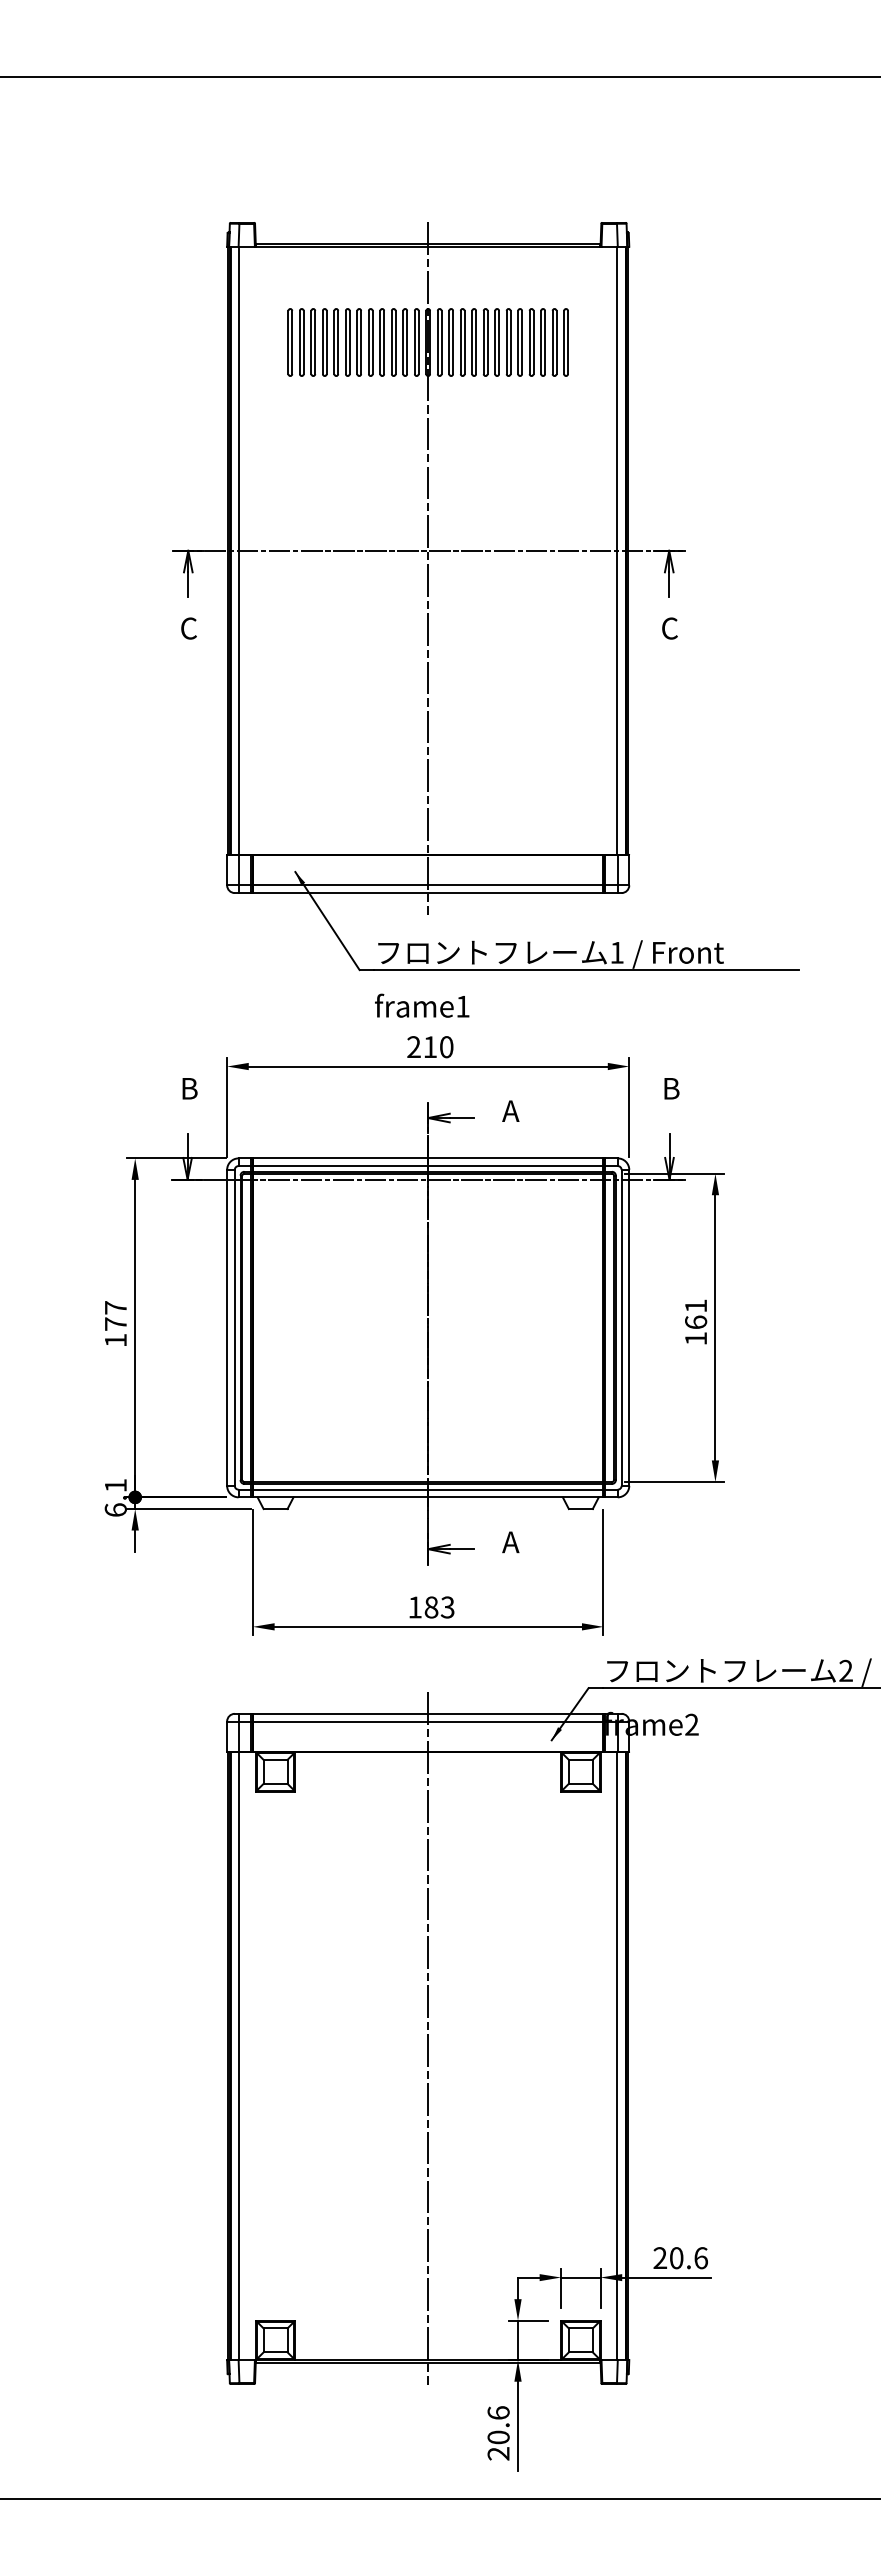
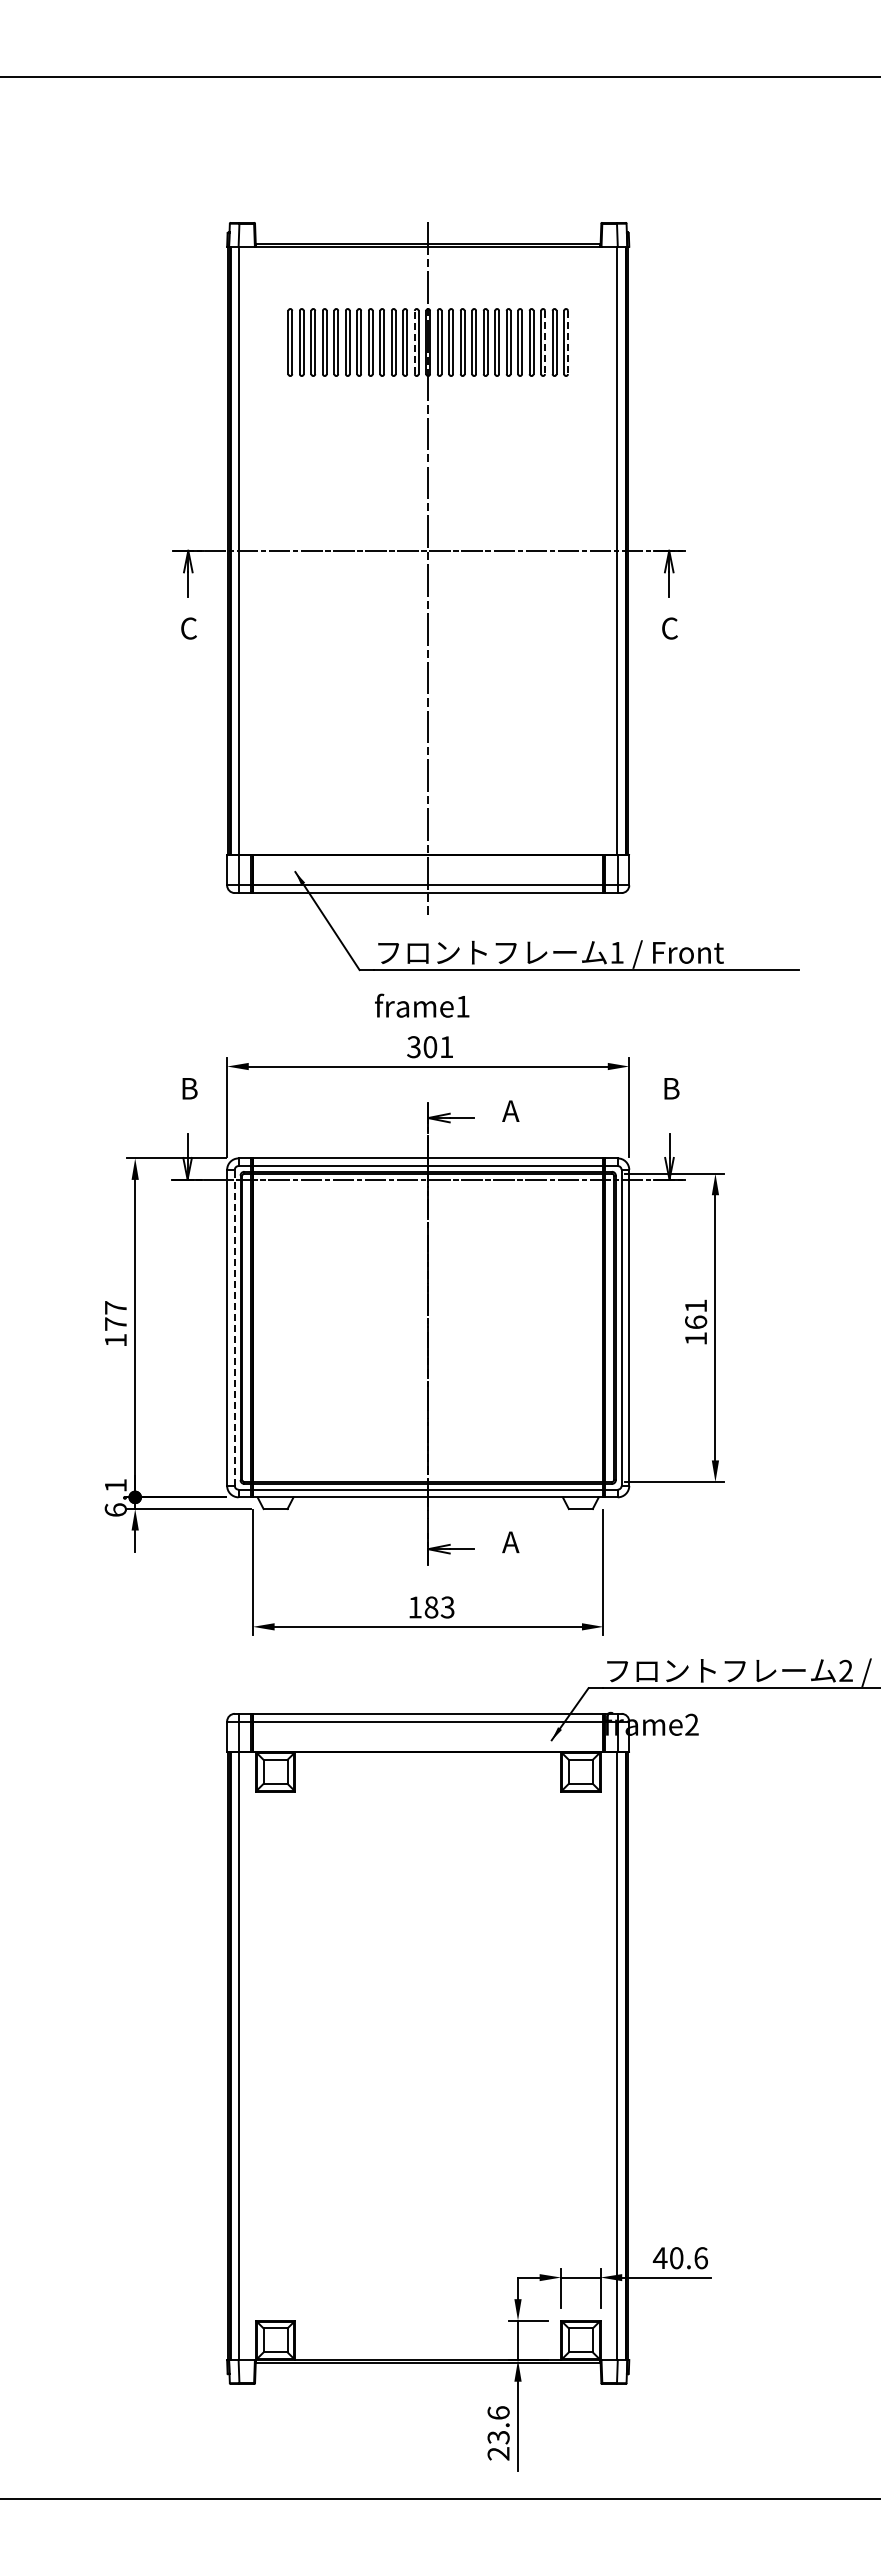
line at (414, 342): solid -> dashed
line at (545, 342): solid -> dashed
line at (568, 342): solid -> dashed
text at (430, 1047): 210 -> 301
line at (234, 1327): solid -> dashed
line at (428, 2038): present -> none
text at (659, 2257): 20.6 -> 40.6
text at (498, 2437): 20.6 -> 23.6
